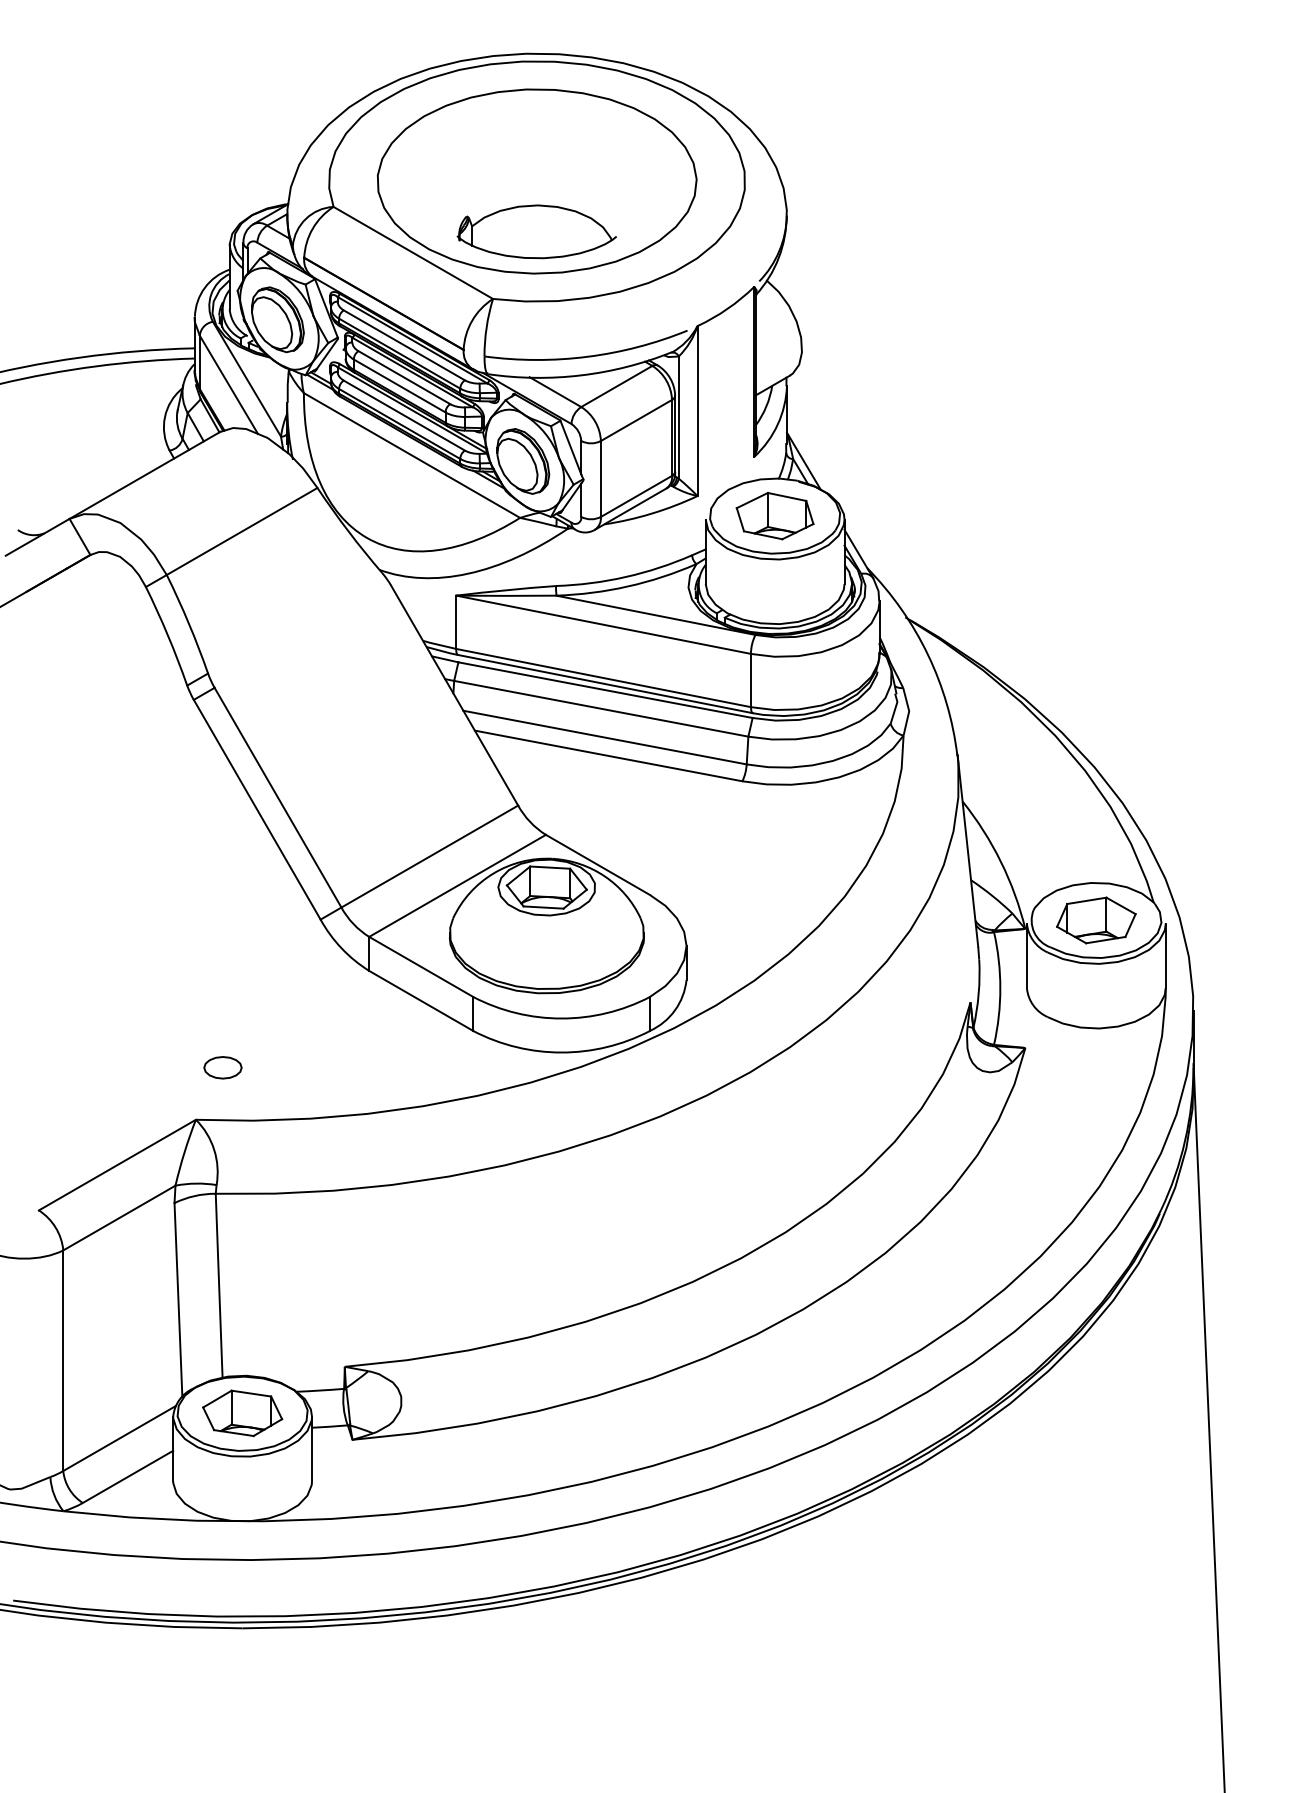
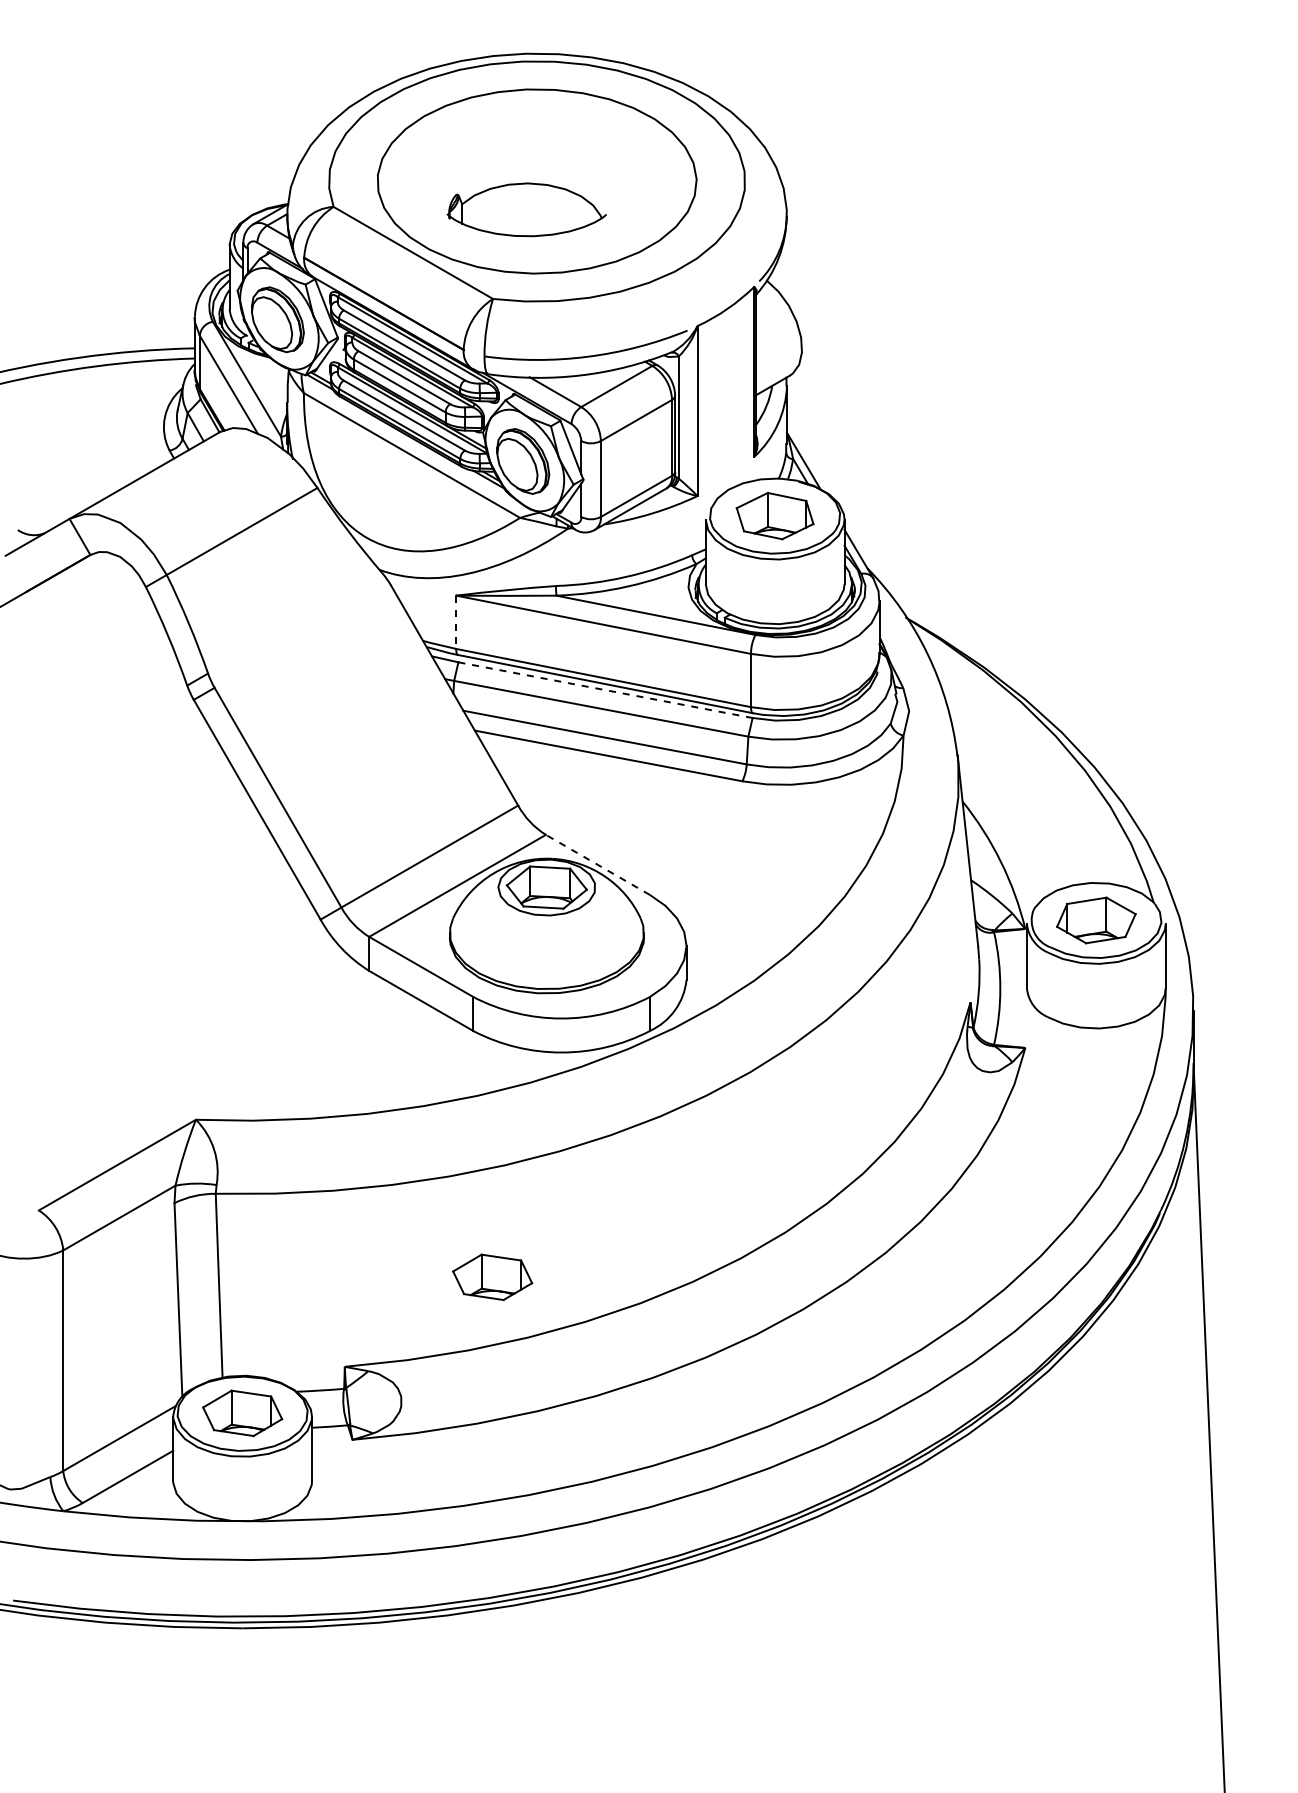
part at (536, 231) position: (536, 231) -> (526, 209)
line at (456, 622): solid -> dashed
line at (605, 690): solid -> dashed
line at (597, 864): solid -> dashed
part at (222, 1067): present -> none
part at (492, 1277): none -> present
